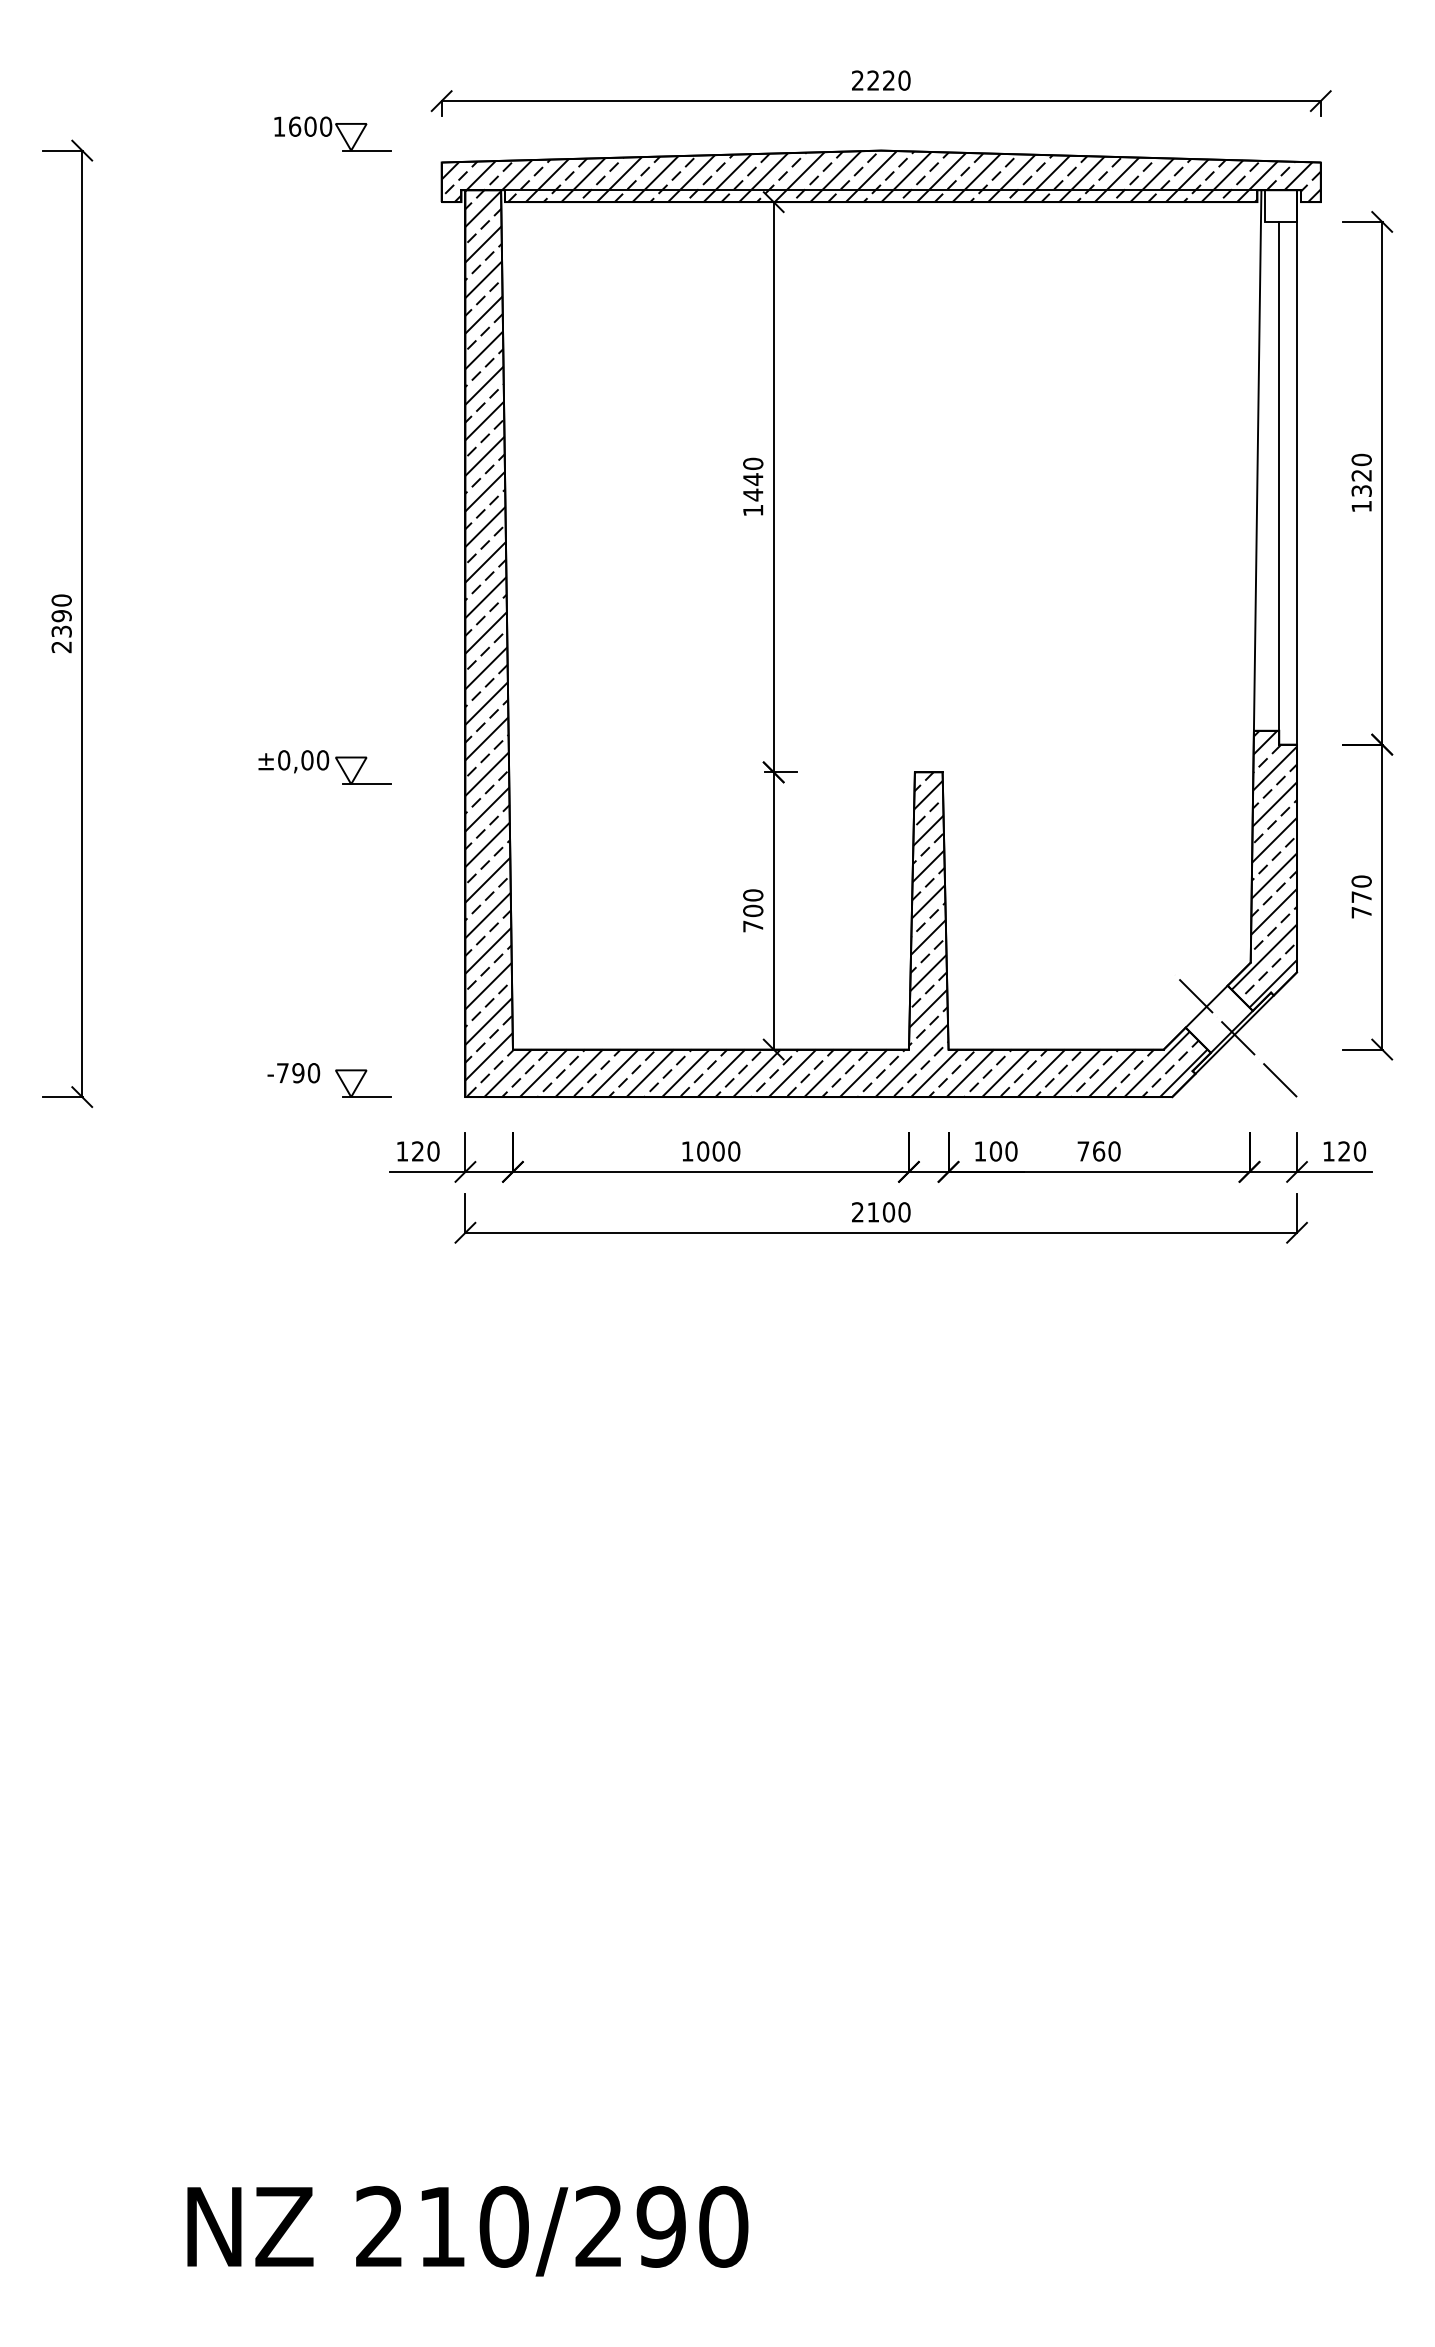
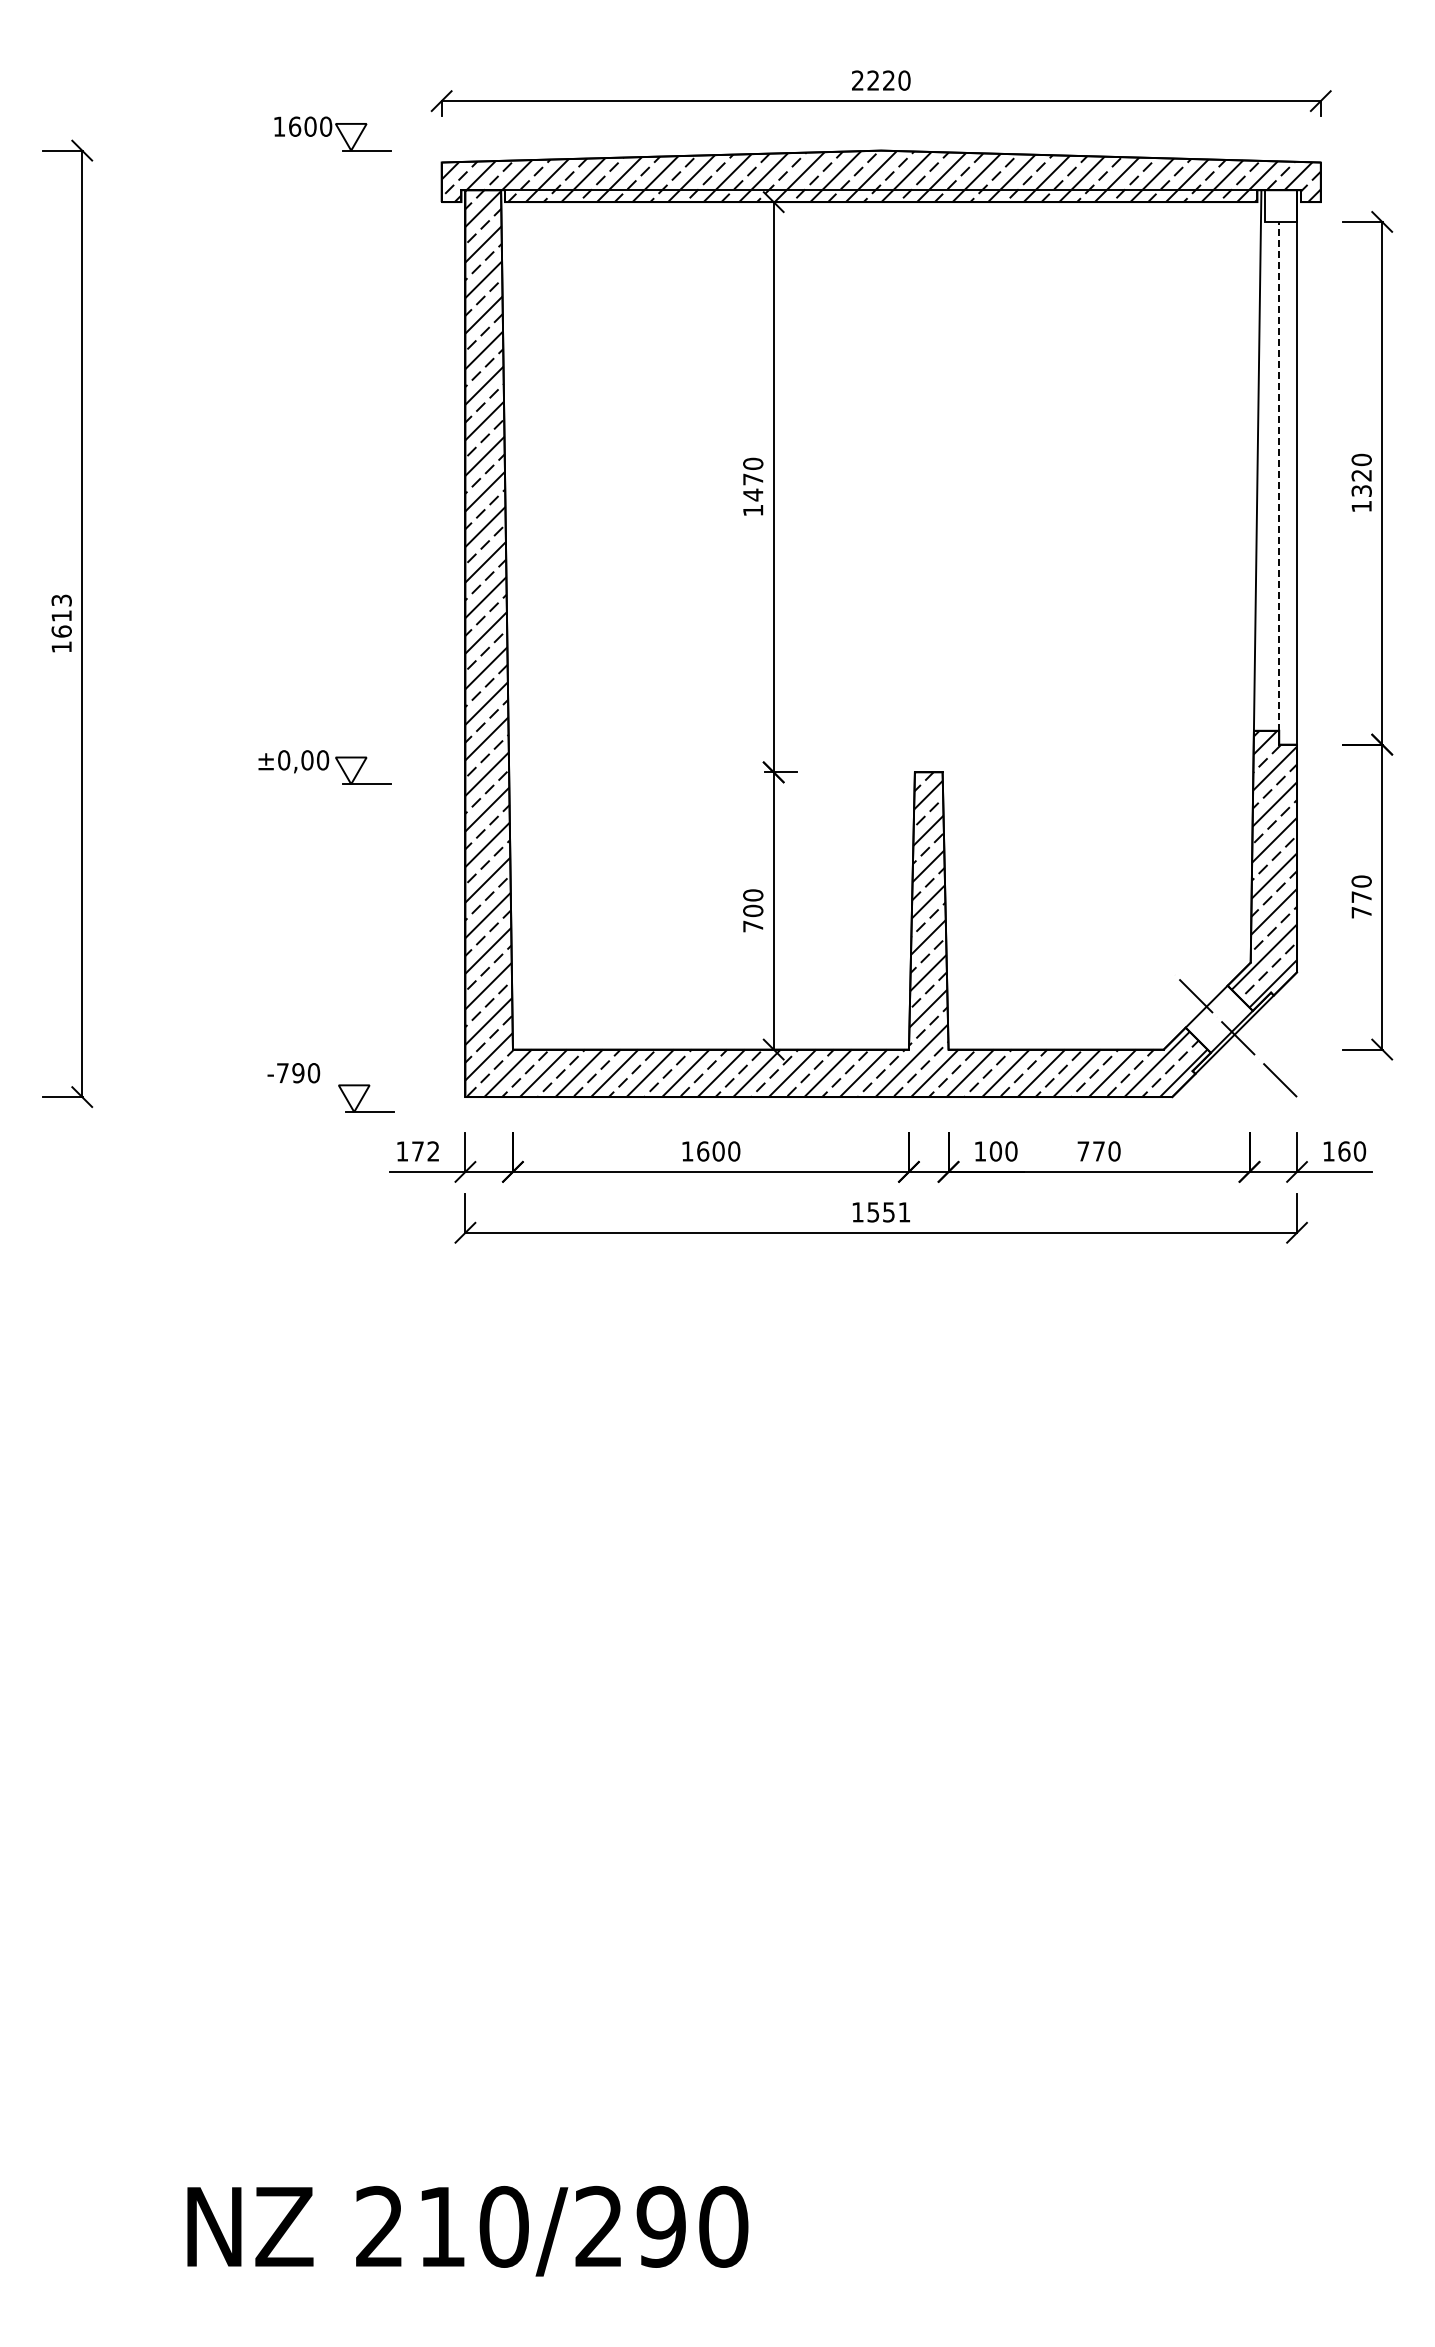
line at (1279, 475): solid -> dashed
text at (753, 479): 1440 -> 1470
text at (61, 623): 2390 -> 1613
part at (363, 1083) position: (363, 1083) -> (366, 1098)
text at (425, 1151): 120 -> 172
text at (703, 1151): 1000 -> 1600
text at (1099, 1151): 760 -> 770
text at (1344, 1151): 120 -> 160
text at (881, 1212): 2100 -> 1551
